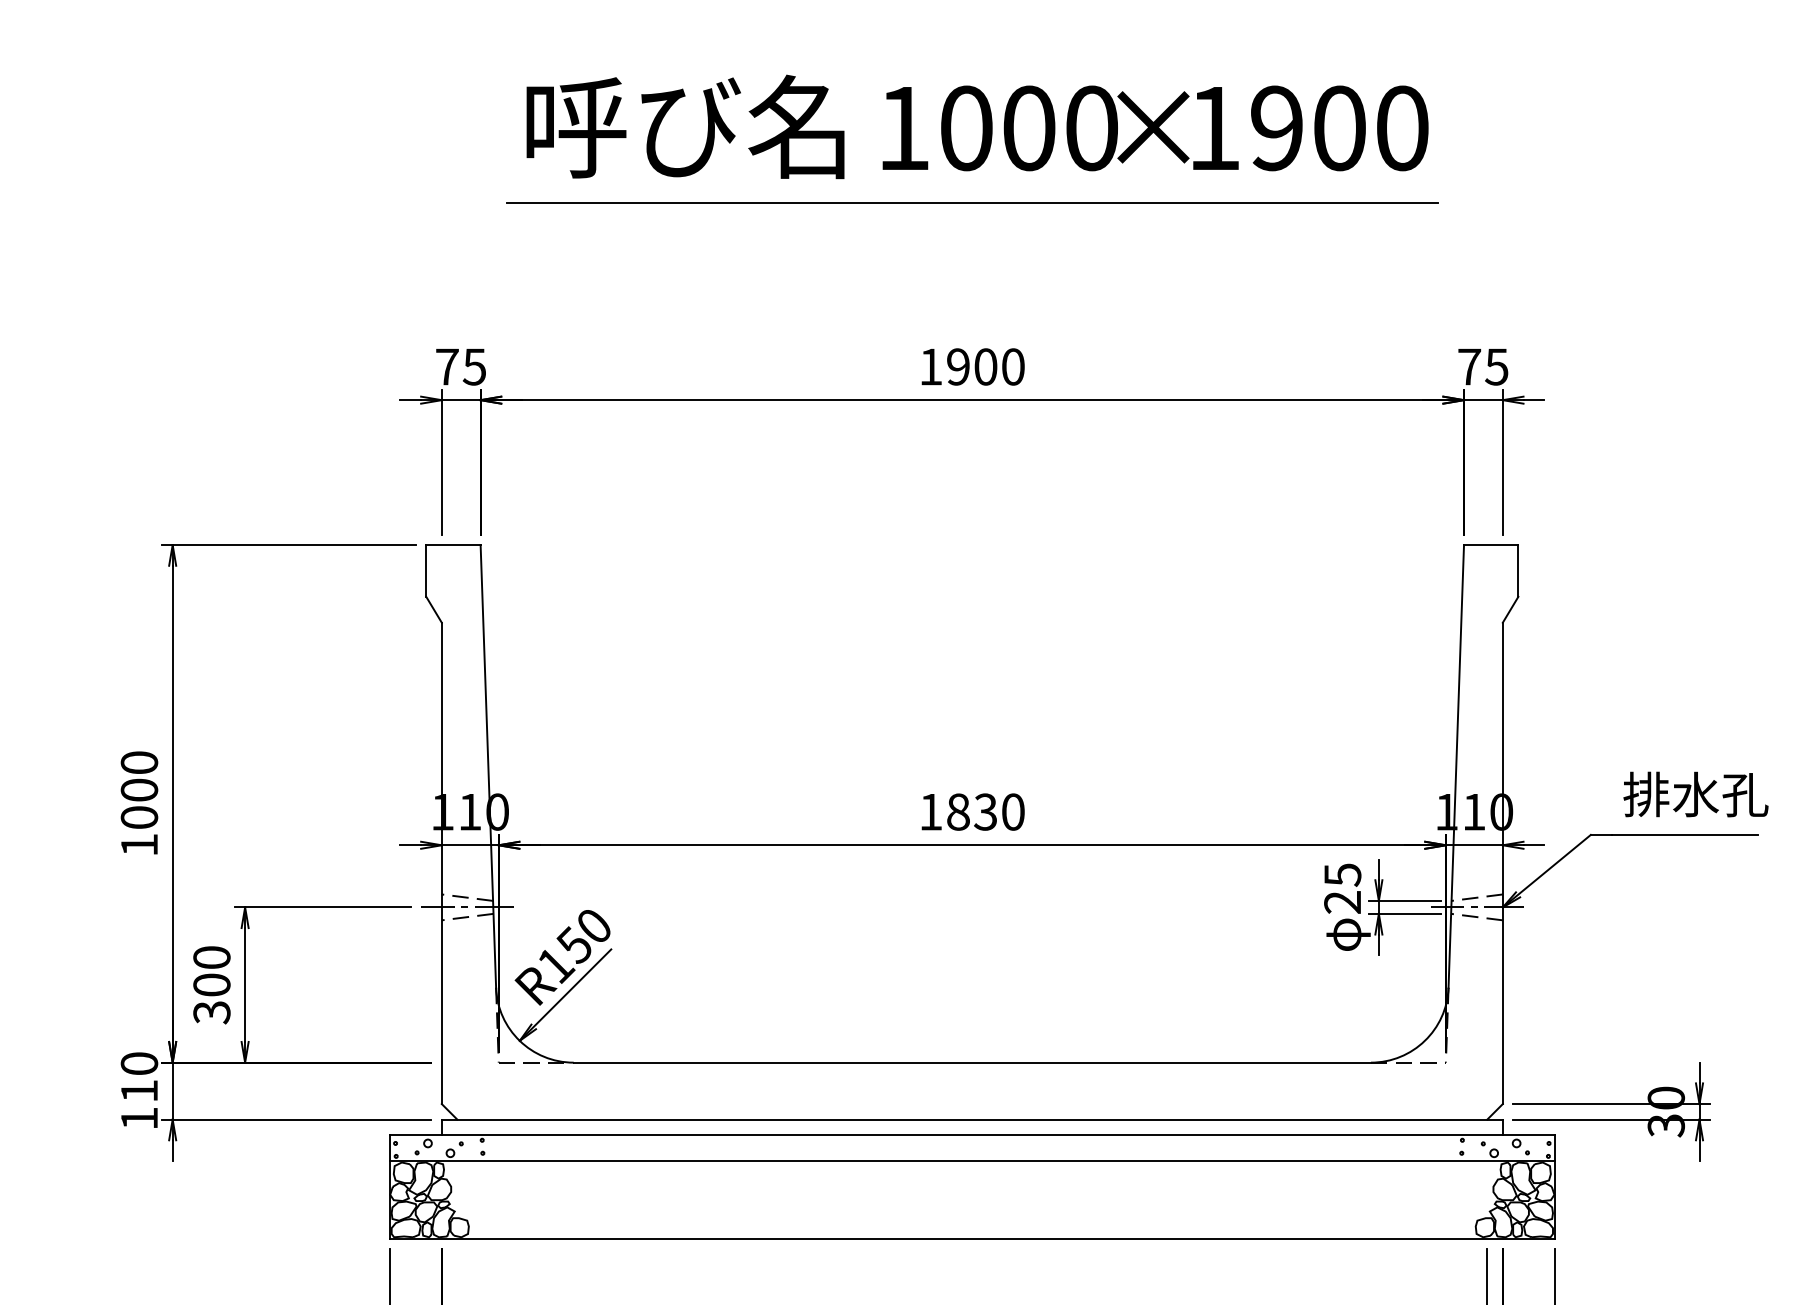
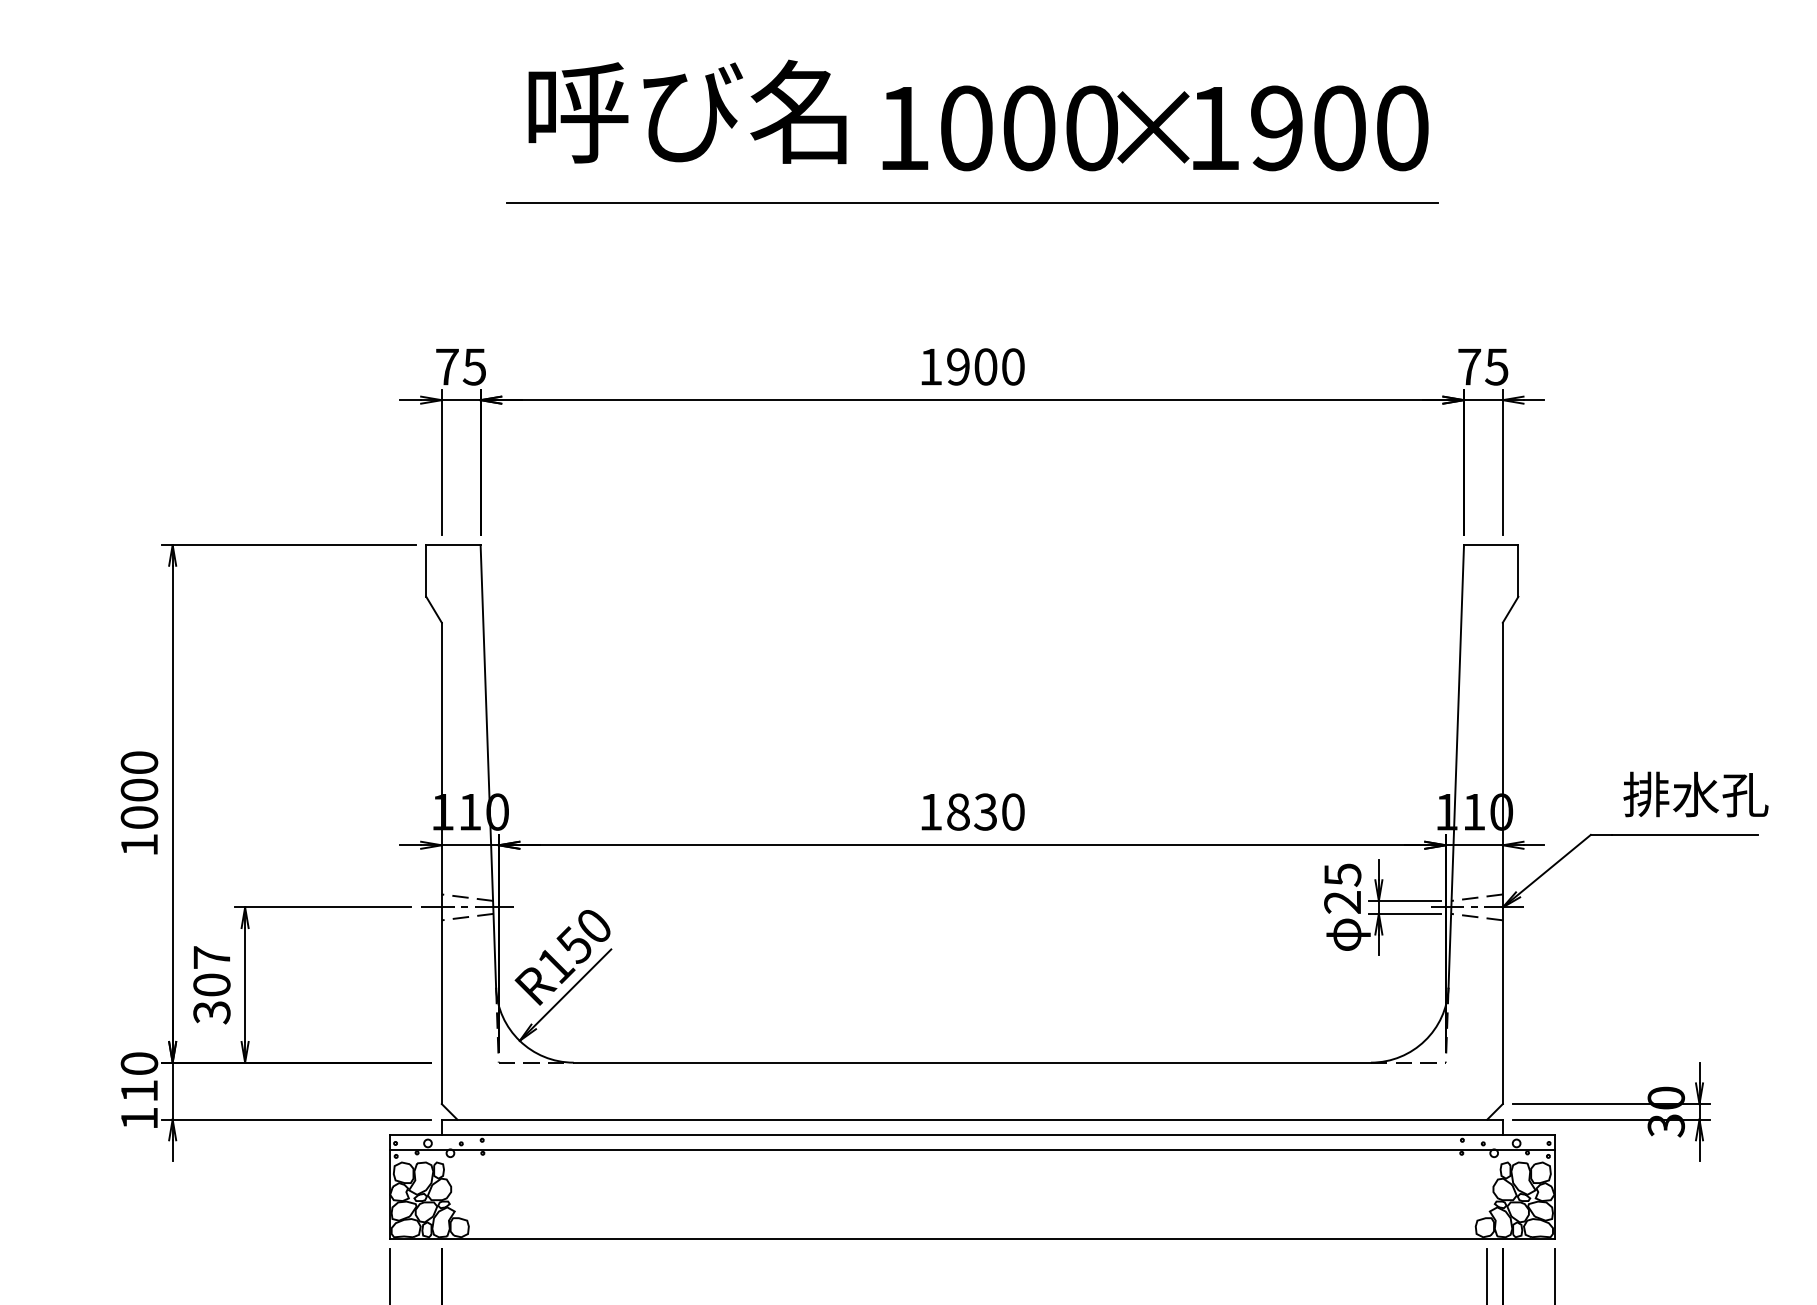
text at (685, 126) position: (685, 126) -> (687, 111)
text at (211, 957): 300 -> 307
line at (972, 1161) position: (972, 1161) -> (972, 1150)
